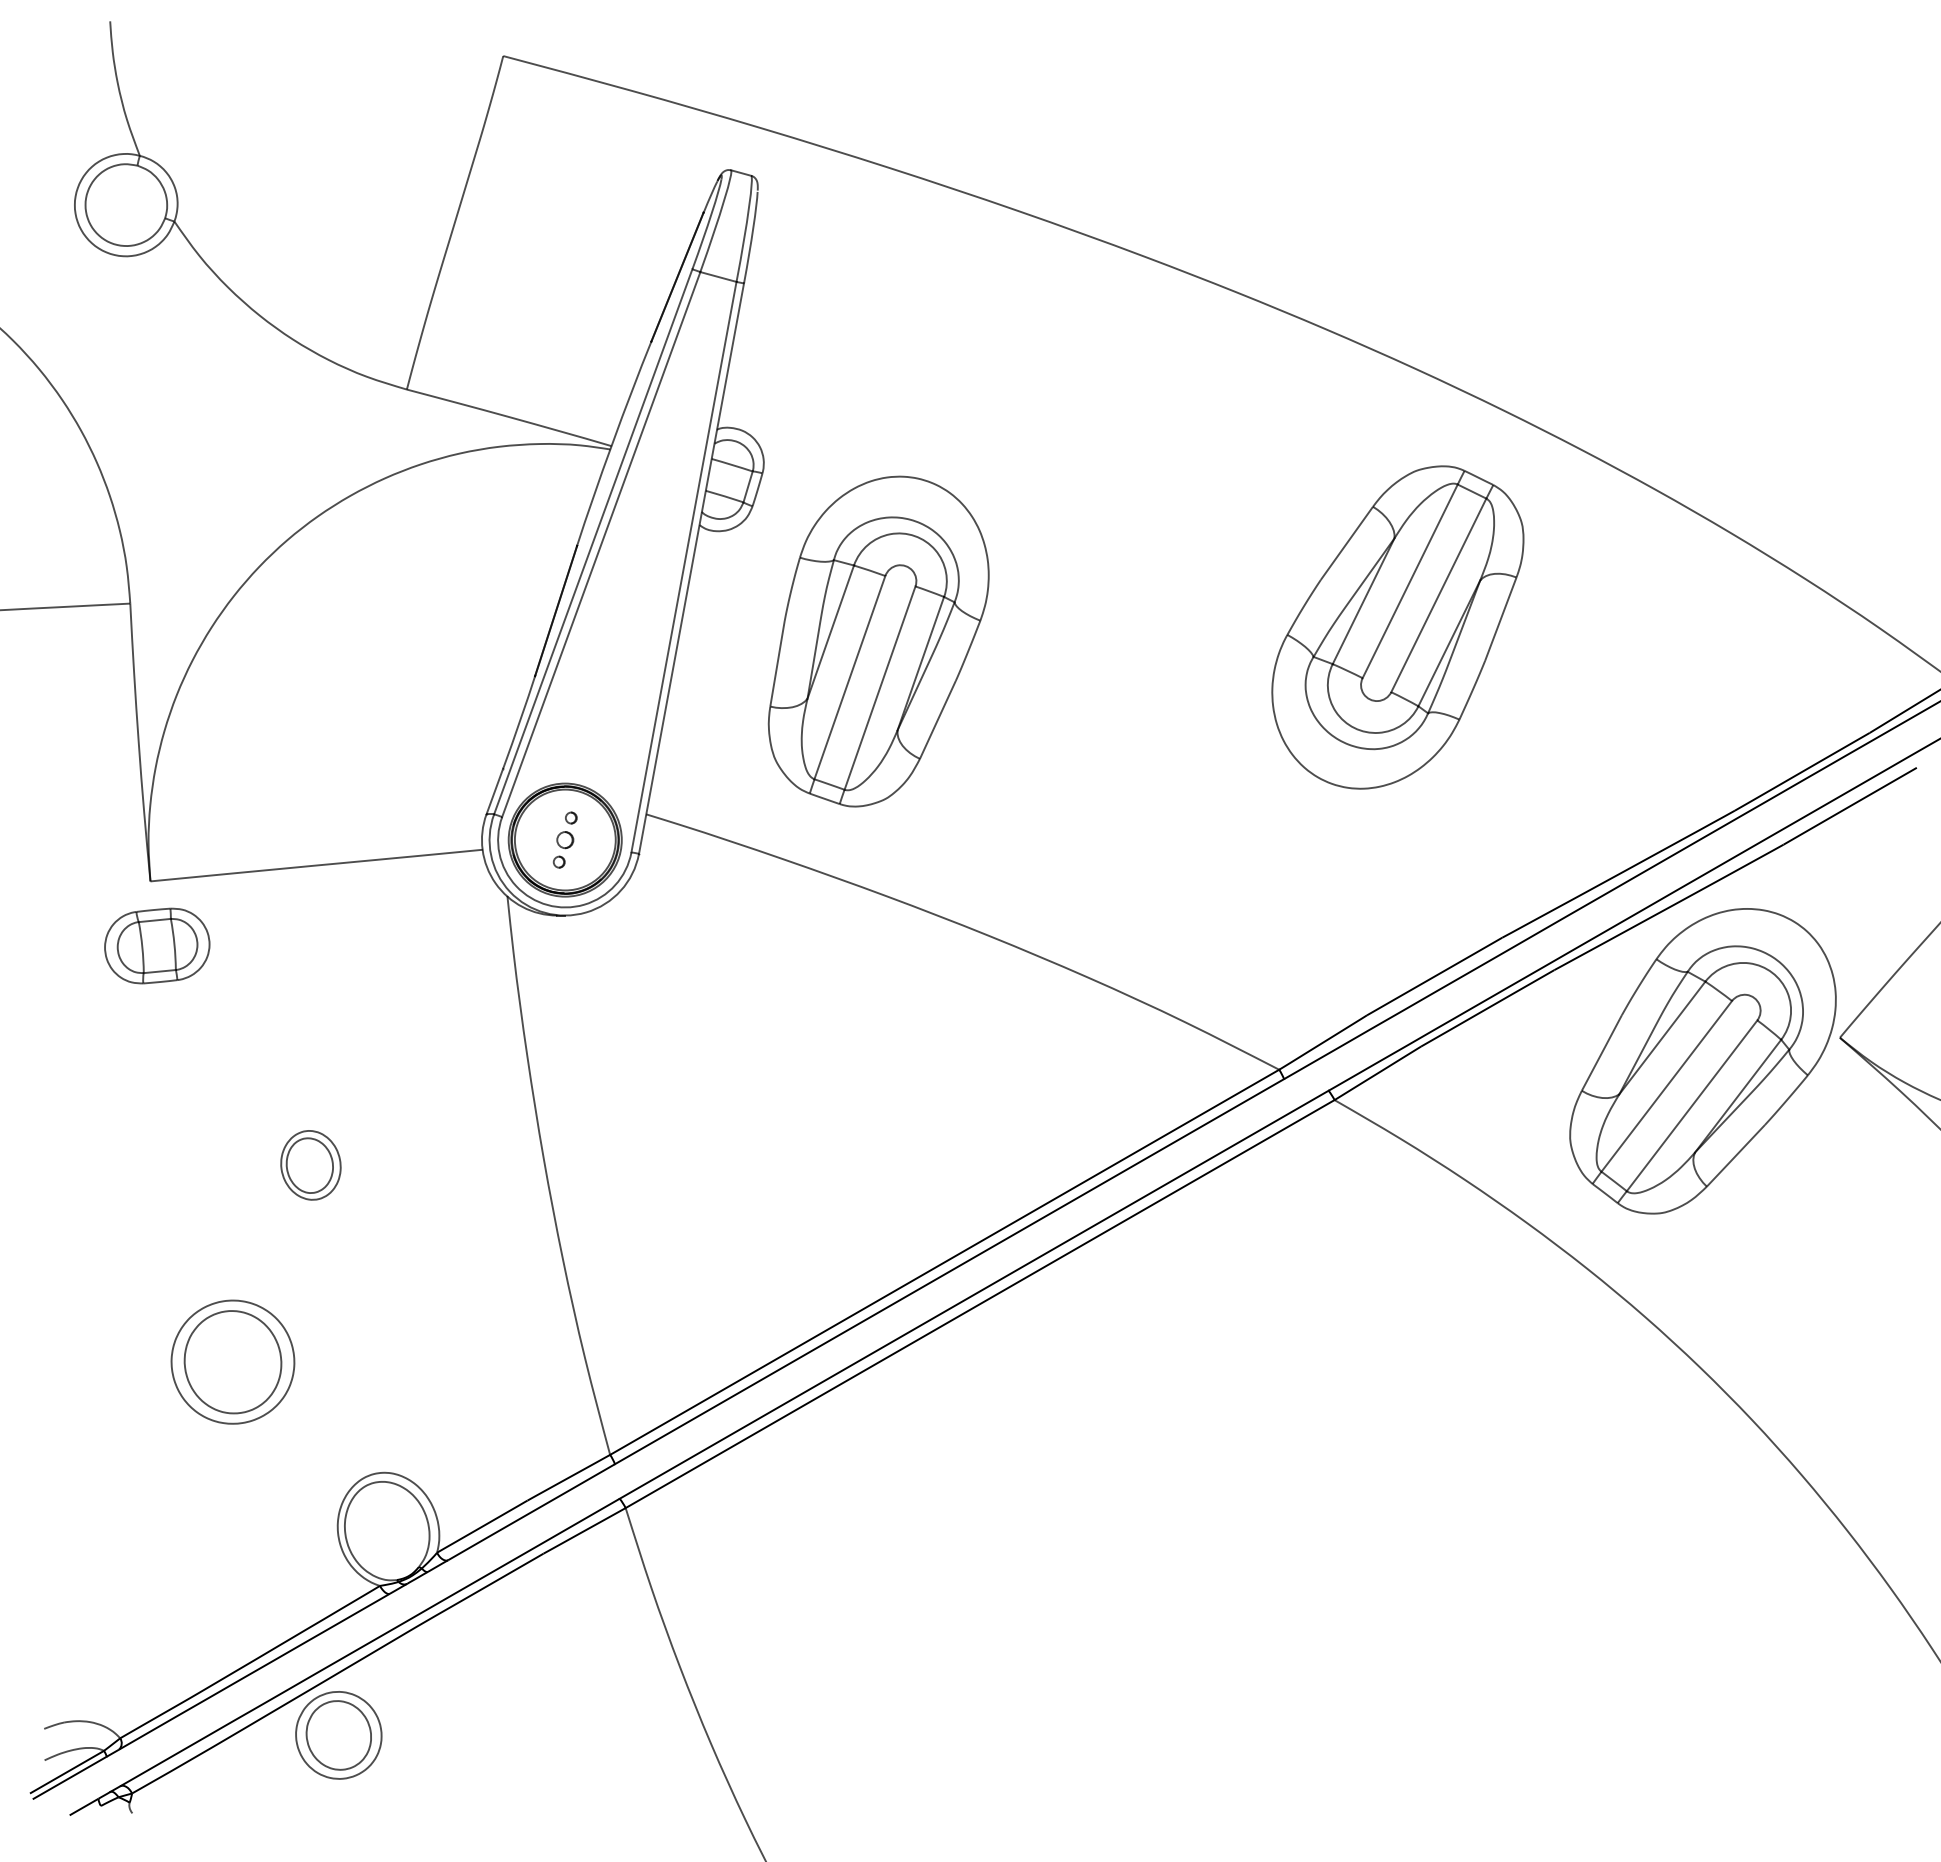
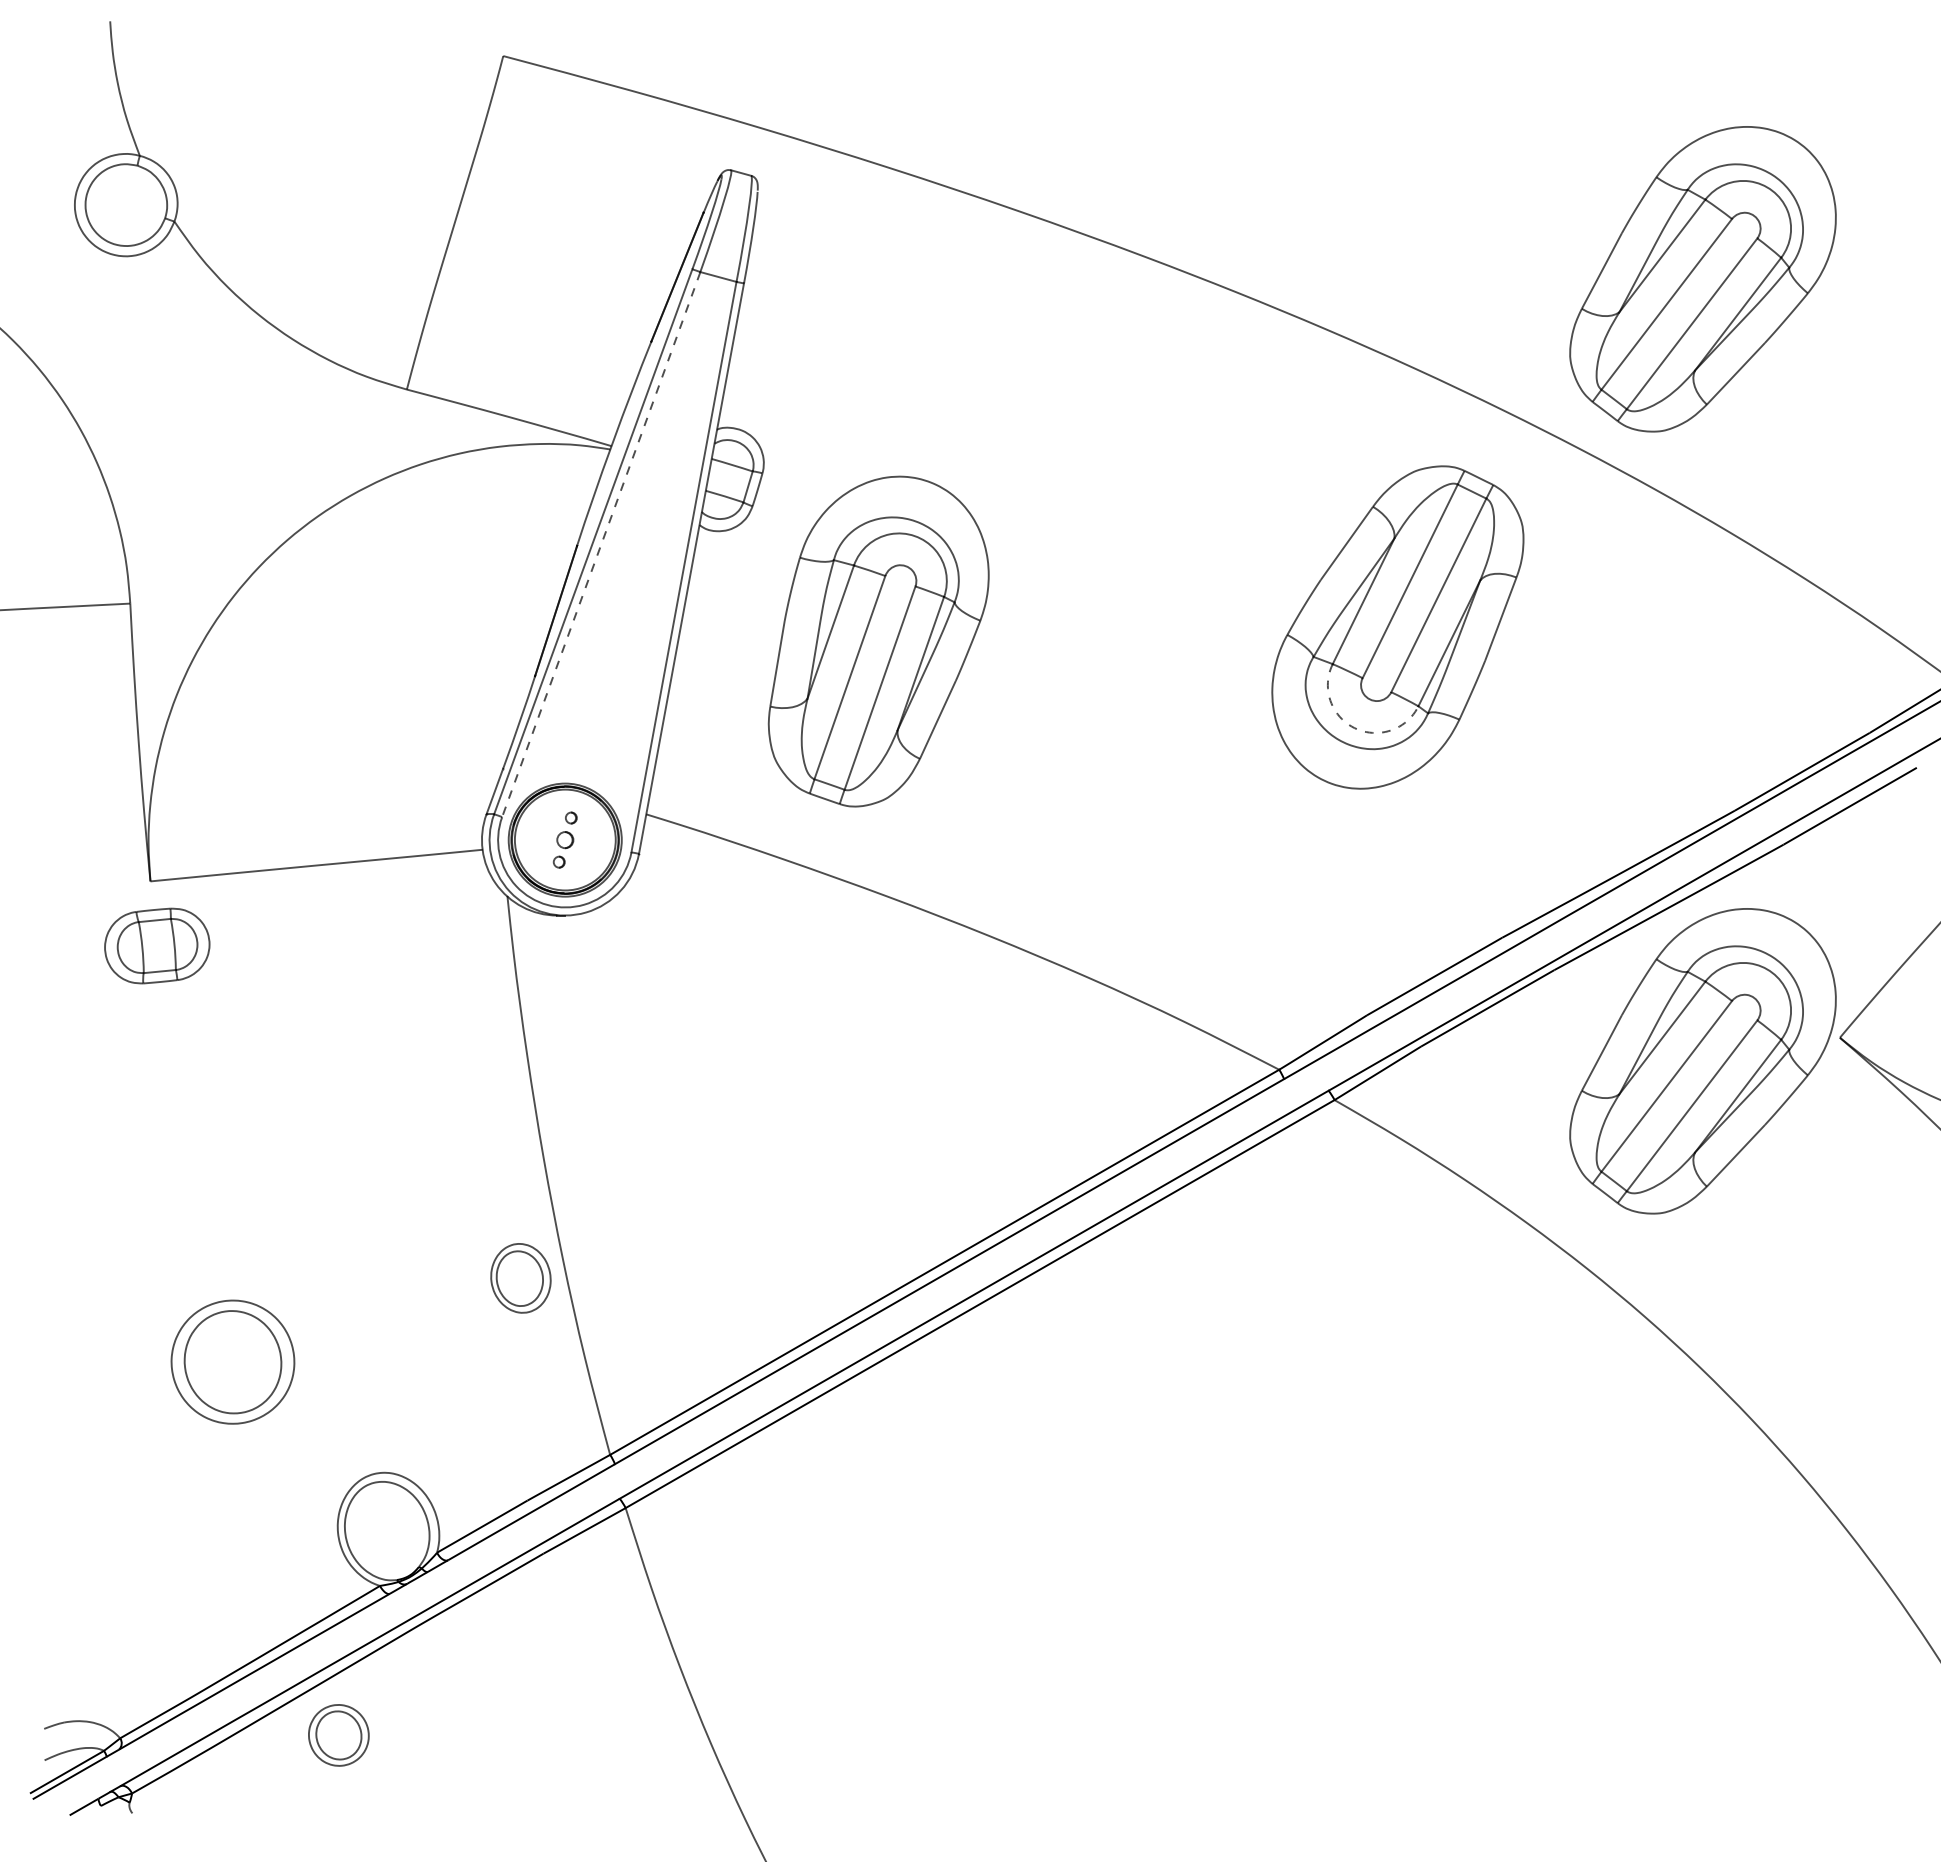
part at (1702, 279): none -> present
line at (601, 544): solid -> dashed
arc at (1354, 728): solid -> dashed
part at (310, 1165) position: (310, 1165) -> (520, 1278)
part at (338, 1735) size: 88x89 px -> 62x63 px
